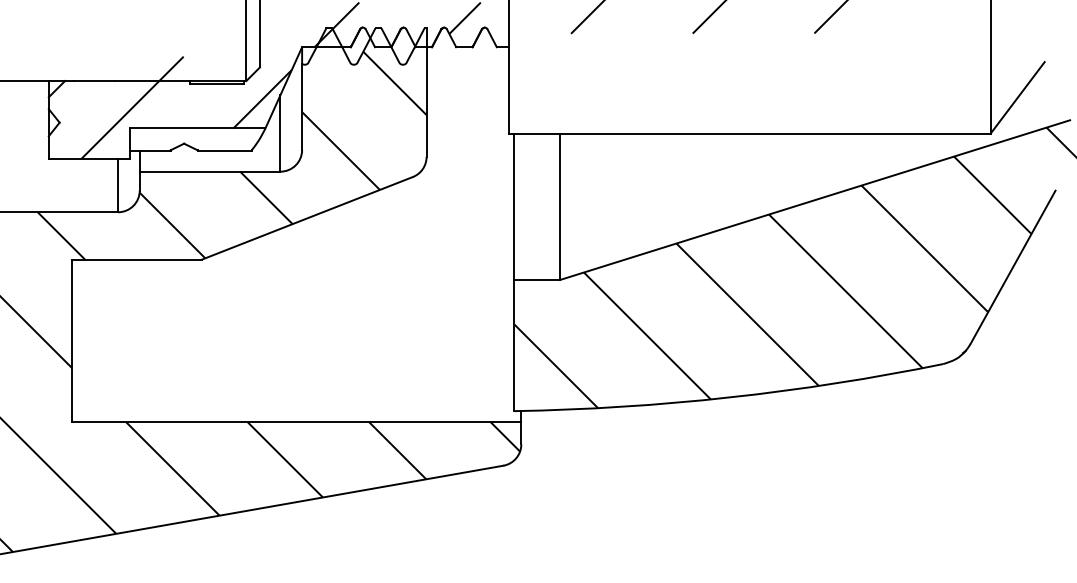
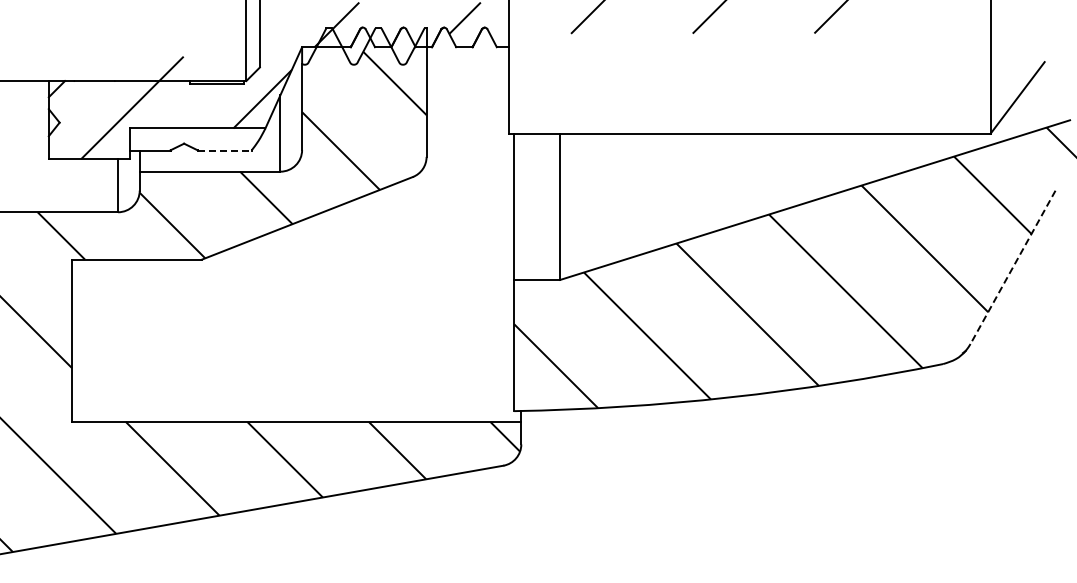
line at (225, 150): solid -> dashed
line at (1013, 267): solid -> dashed
